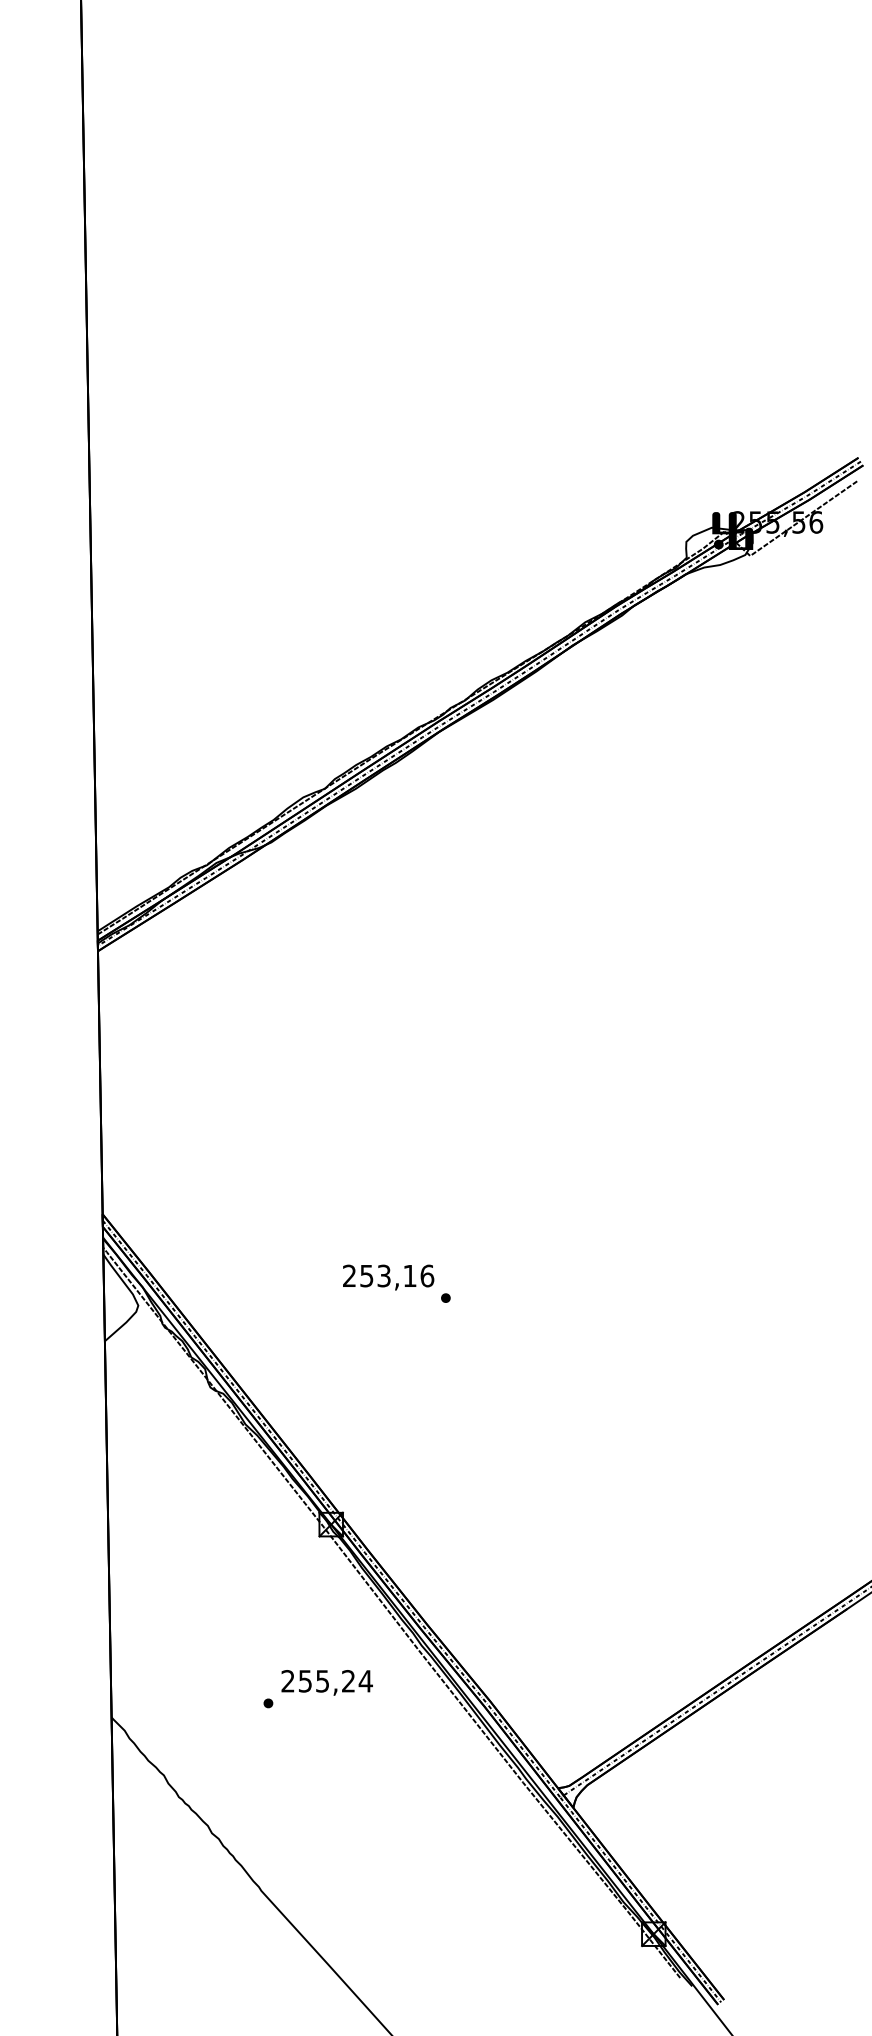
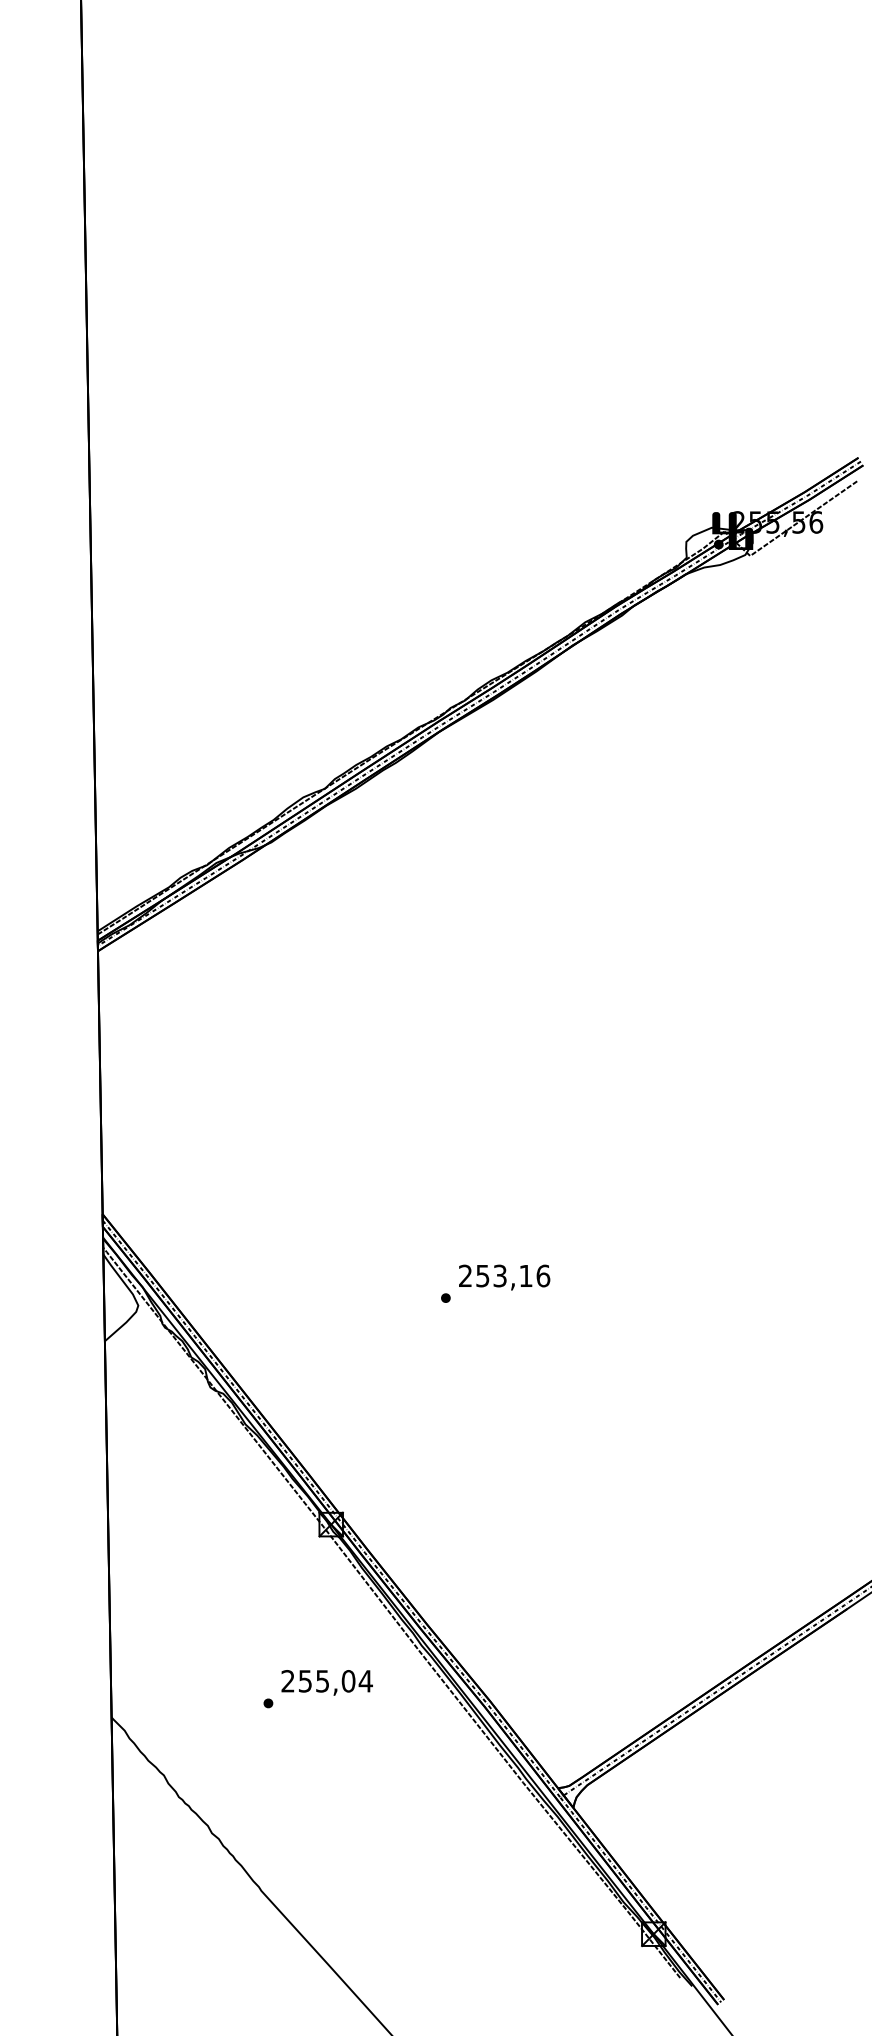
text at (388, 1277) position: (388, 1277) -> (504, 1277)
text at (348, 1681): 255,24 -> 255,04
